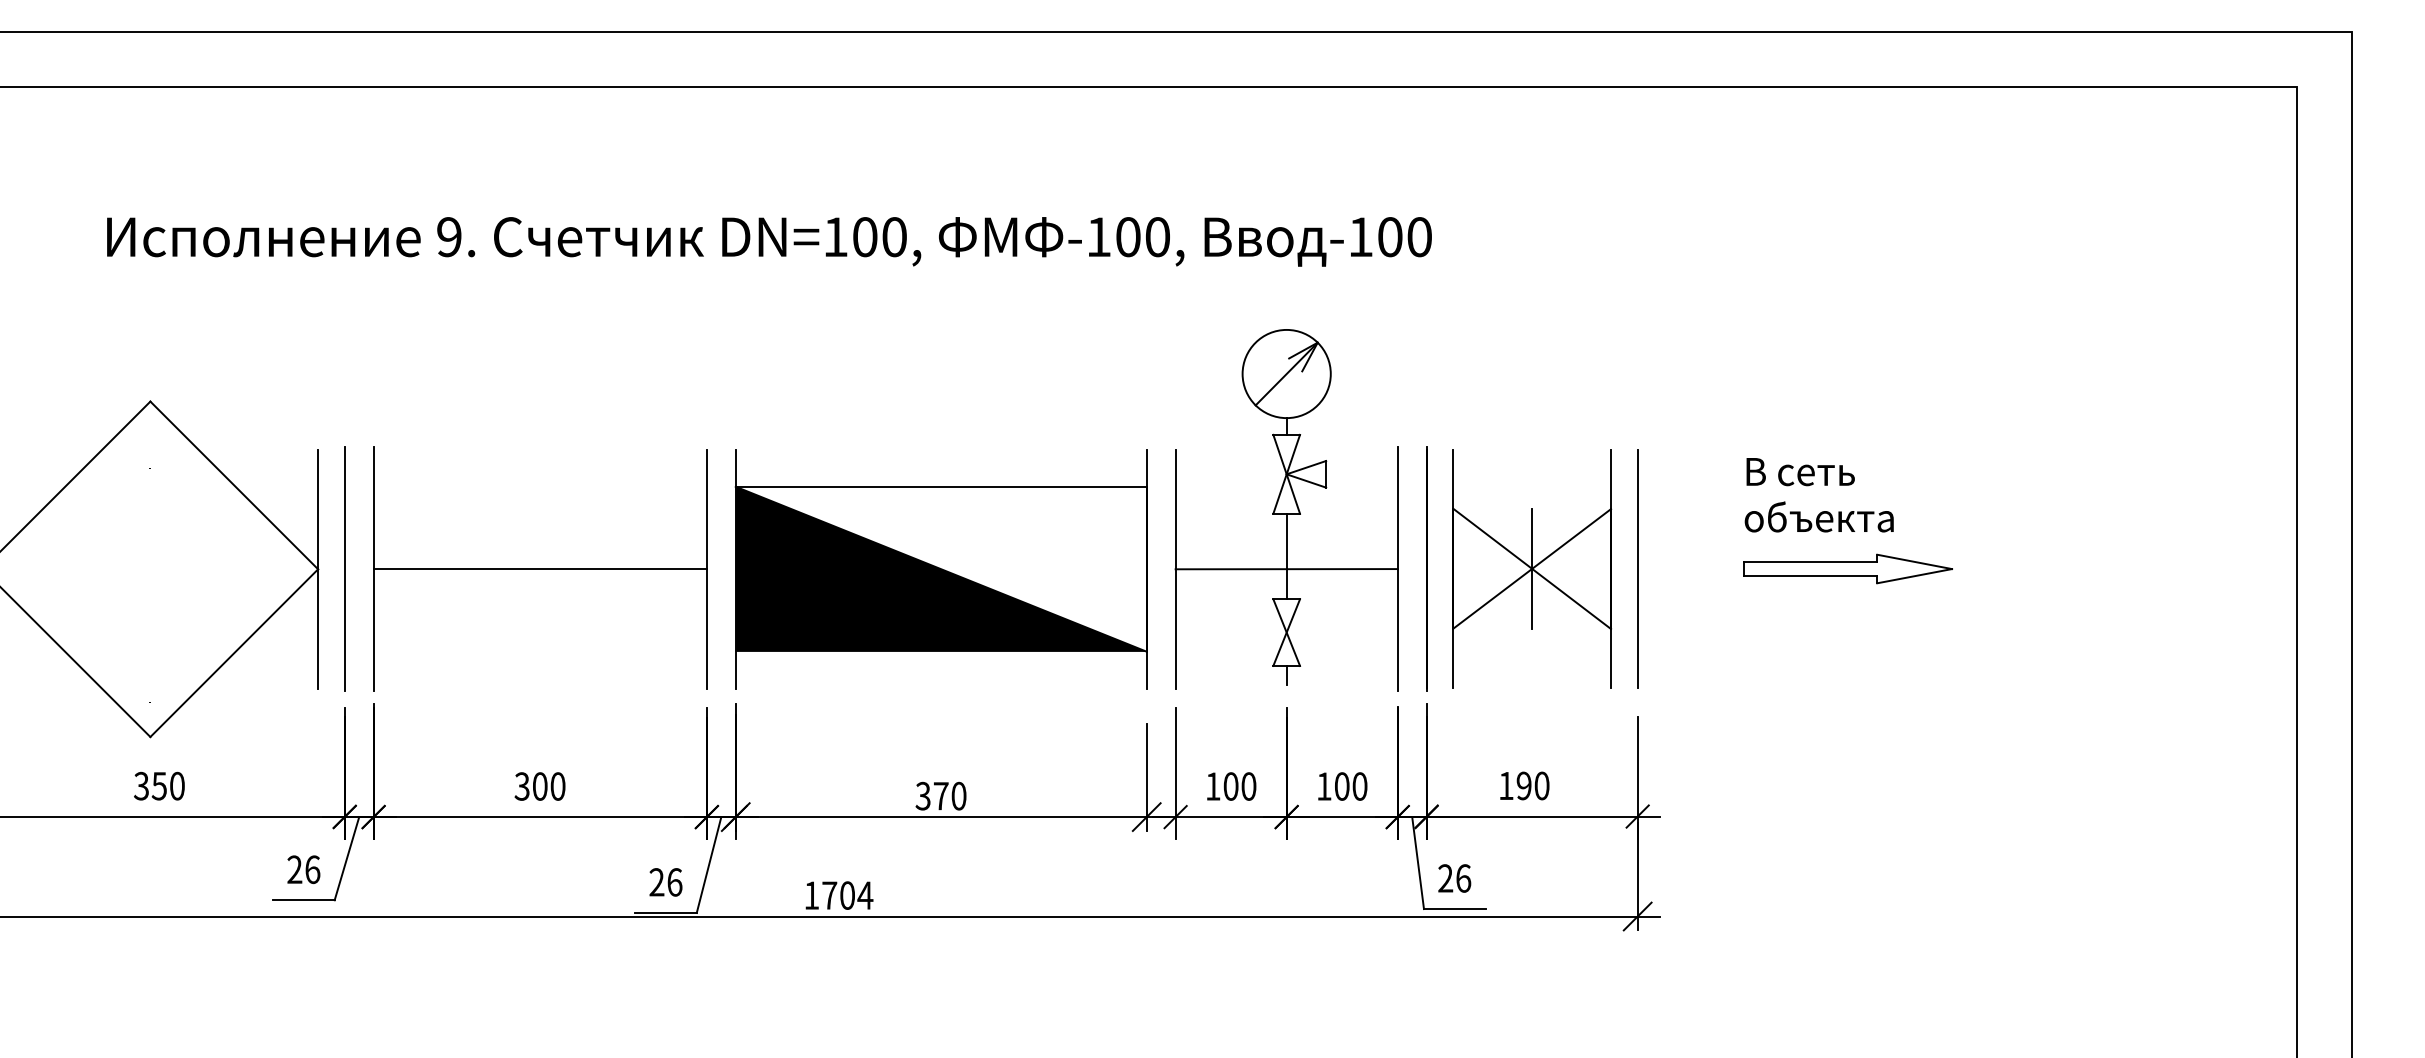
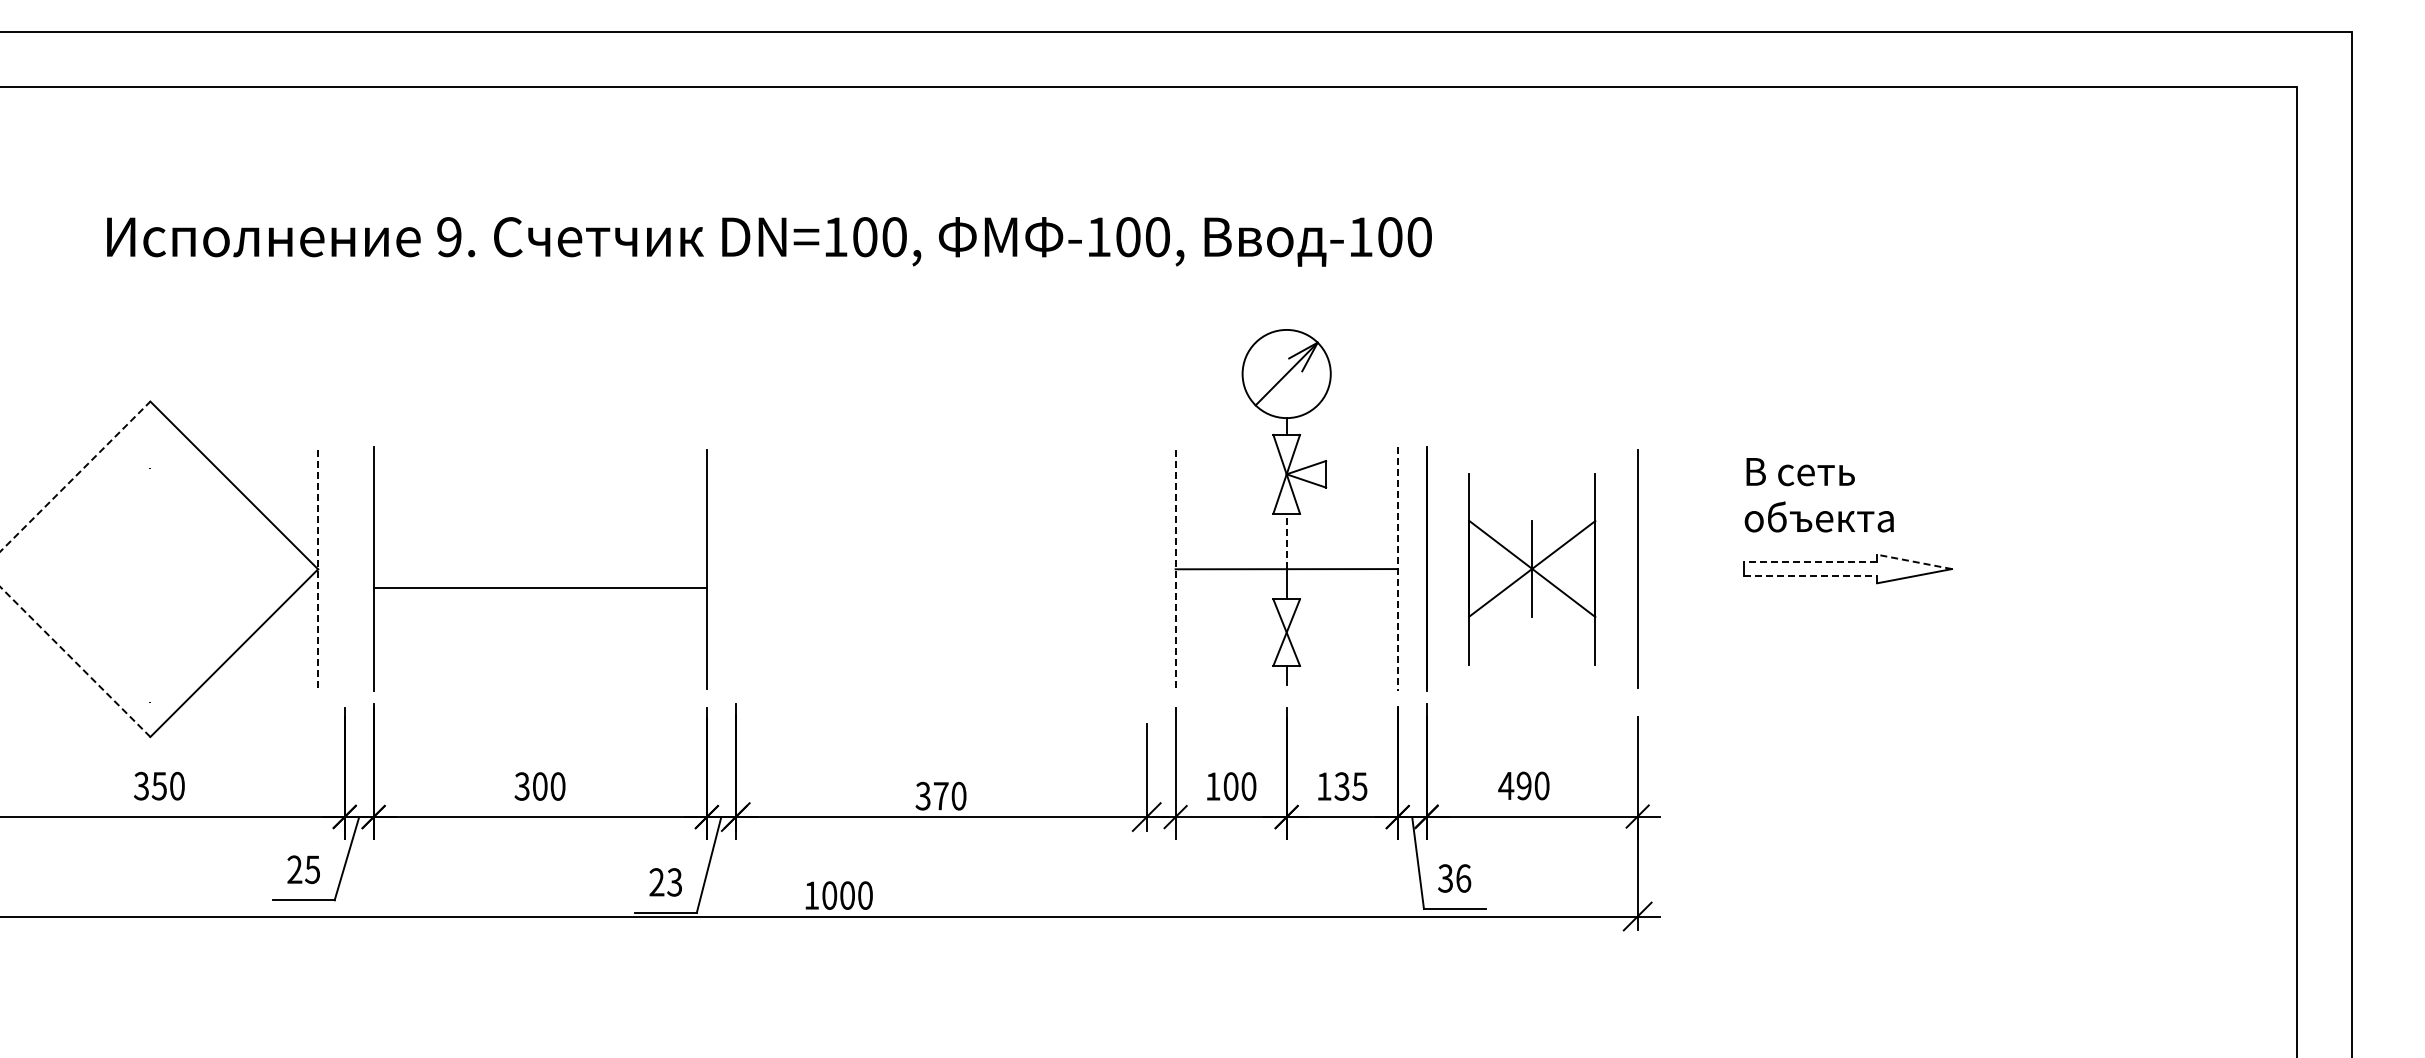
line at (75, 476): solid -> dashed
line at (1286, 541): solid -> dashed
line at (1810, 561): solid -> dashed
line at (1914, 561): solid -> dashed
line at (344, 568): present -> none
part at (1532, 568) size: 161x240 px -> 129x193 px
line at (318, 569): solid -> dashed
line at (539, 569) position: (539, 569) -> (539, 588)
part at (940, 569): present -> none
line at (1175, 569): solid -> dashed
line at (1397, 569): solid -> dashed
line at (1810, 576): solid -> dashed
line at (75, 661): solid -> dashed
text at (1506, 785): 190 -> 490
text at (1350, 786): 100 -> 135
text at (312, 869): 26 -> 25
text at (1445, 878): 26 -> 36
text at (674, 882): 26 -> 23
text at (847, 895): 1704 -> 1000
